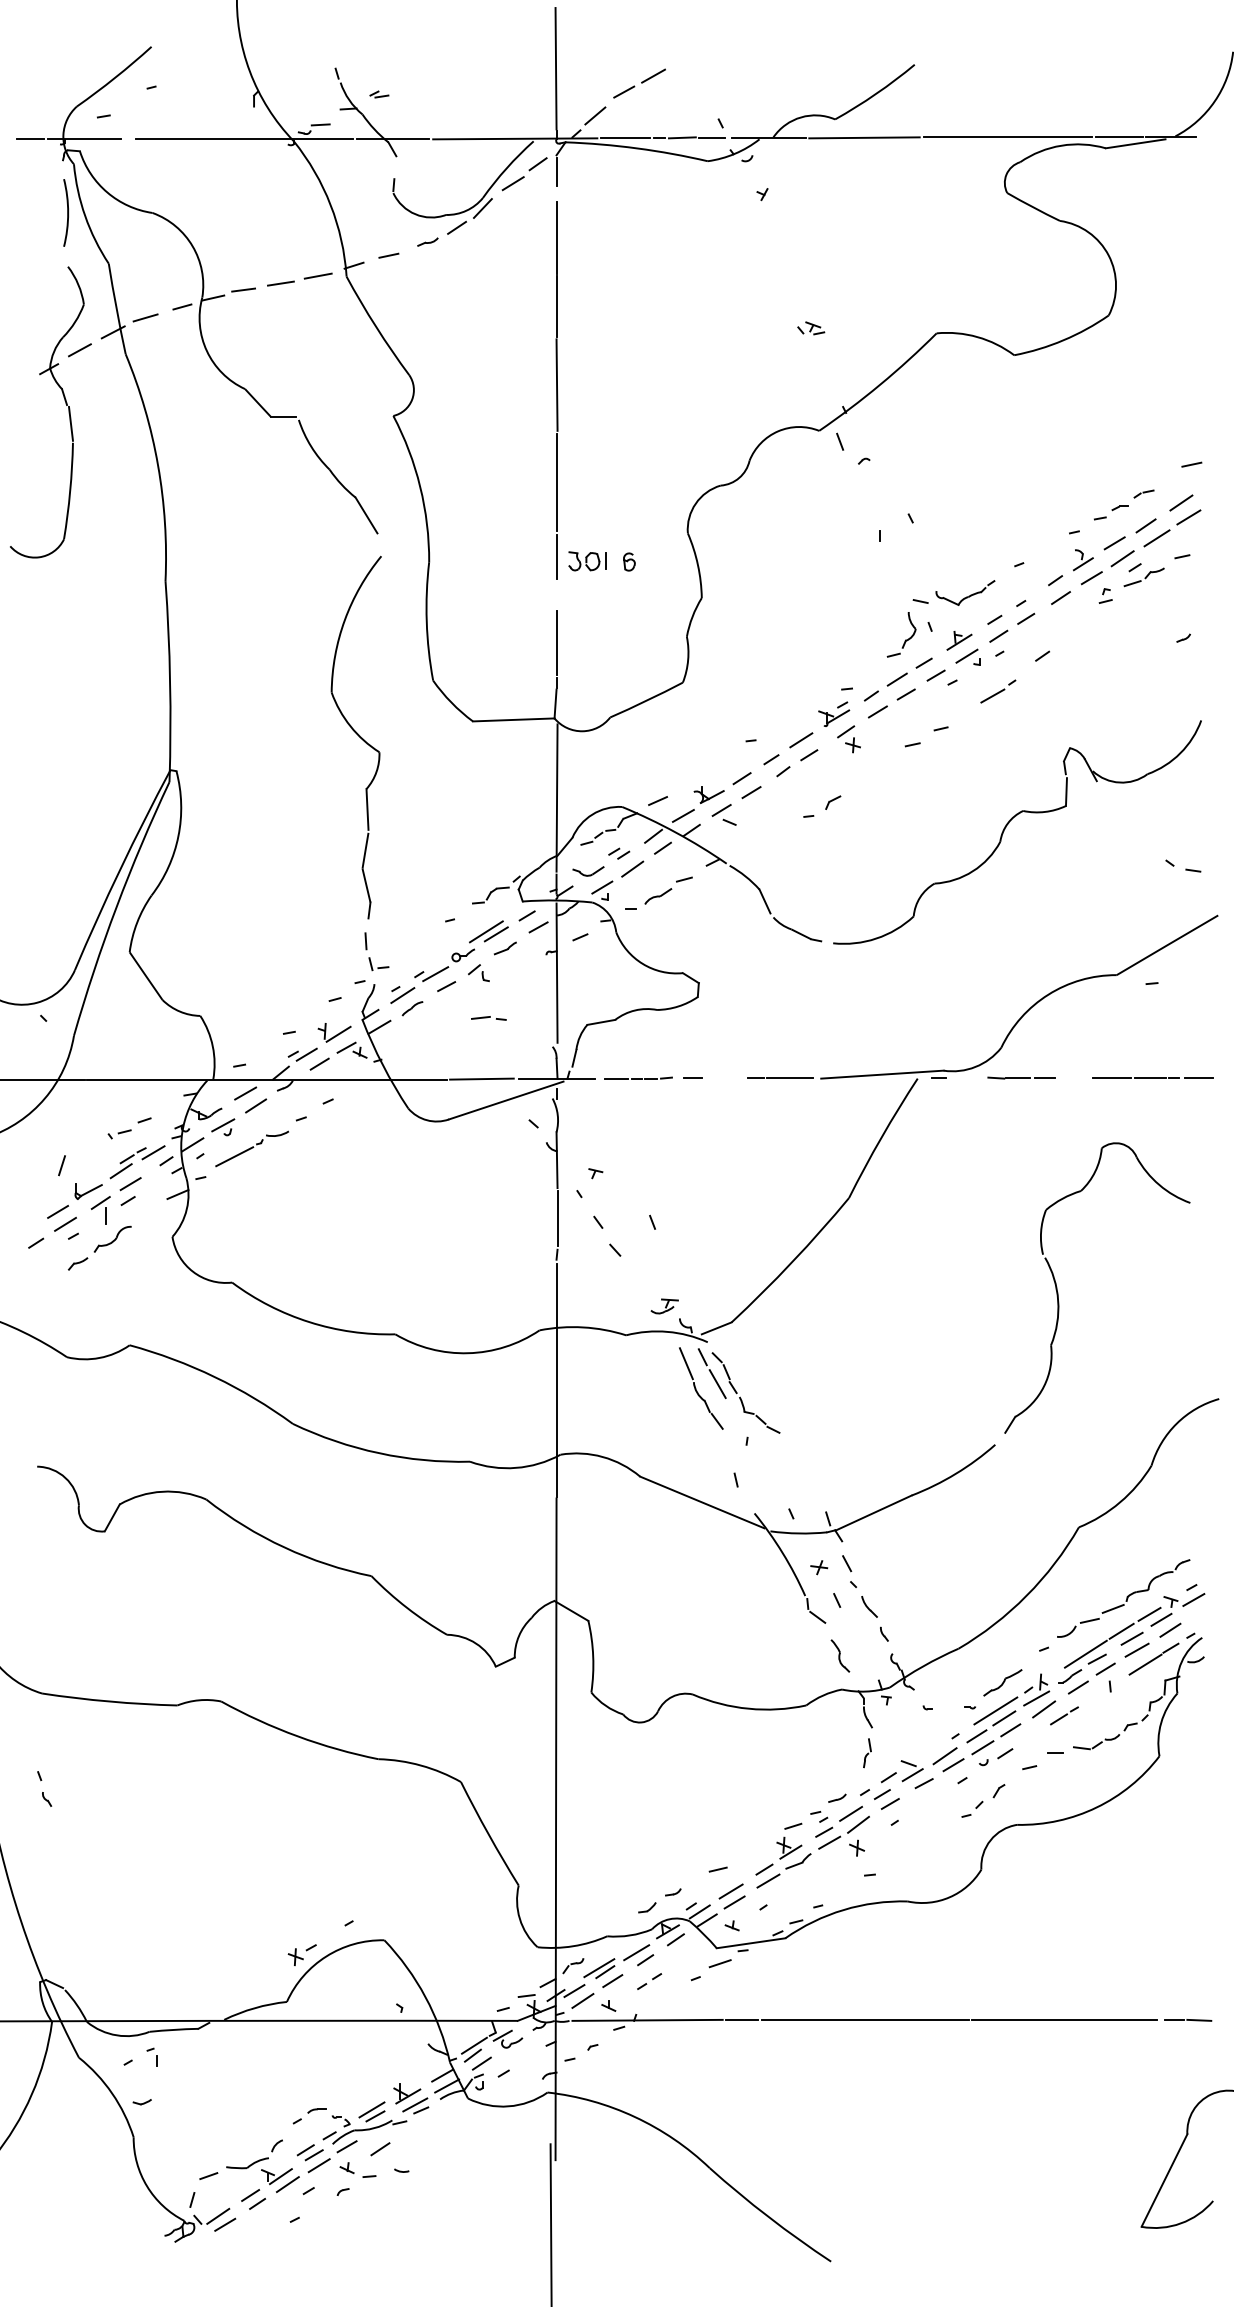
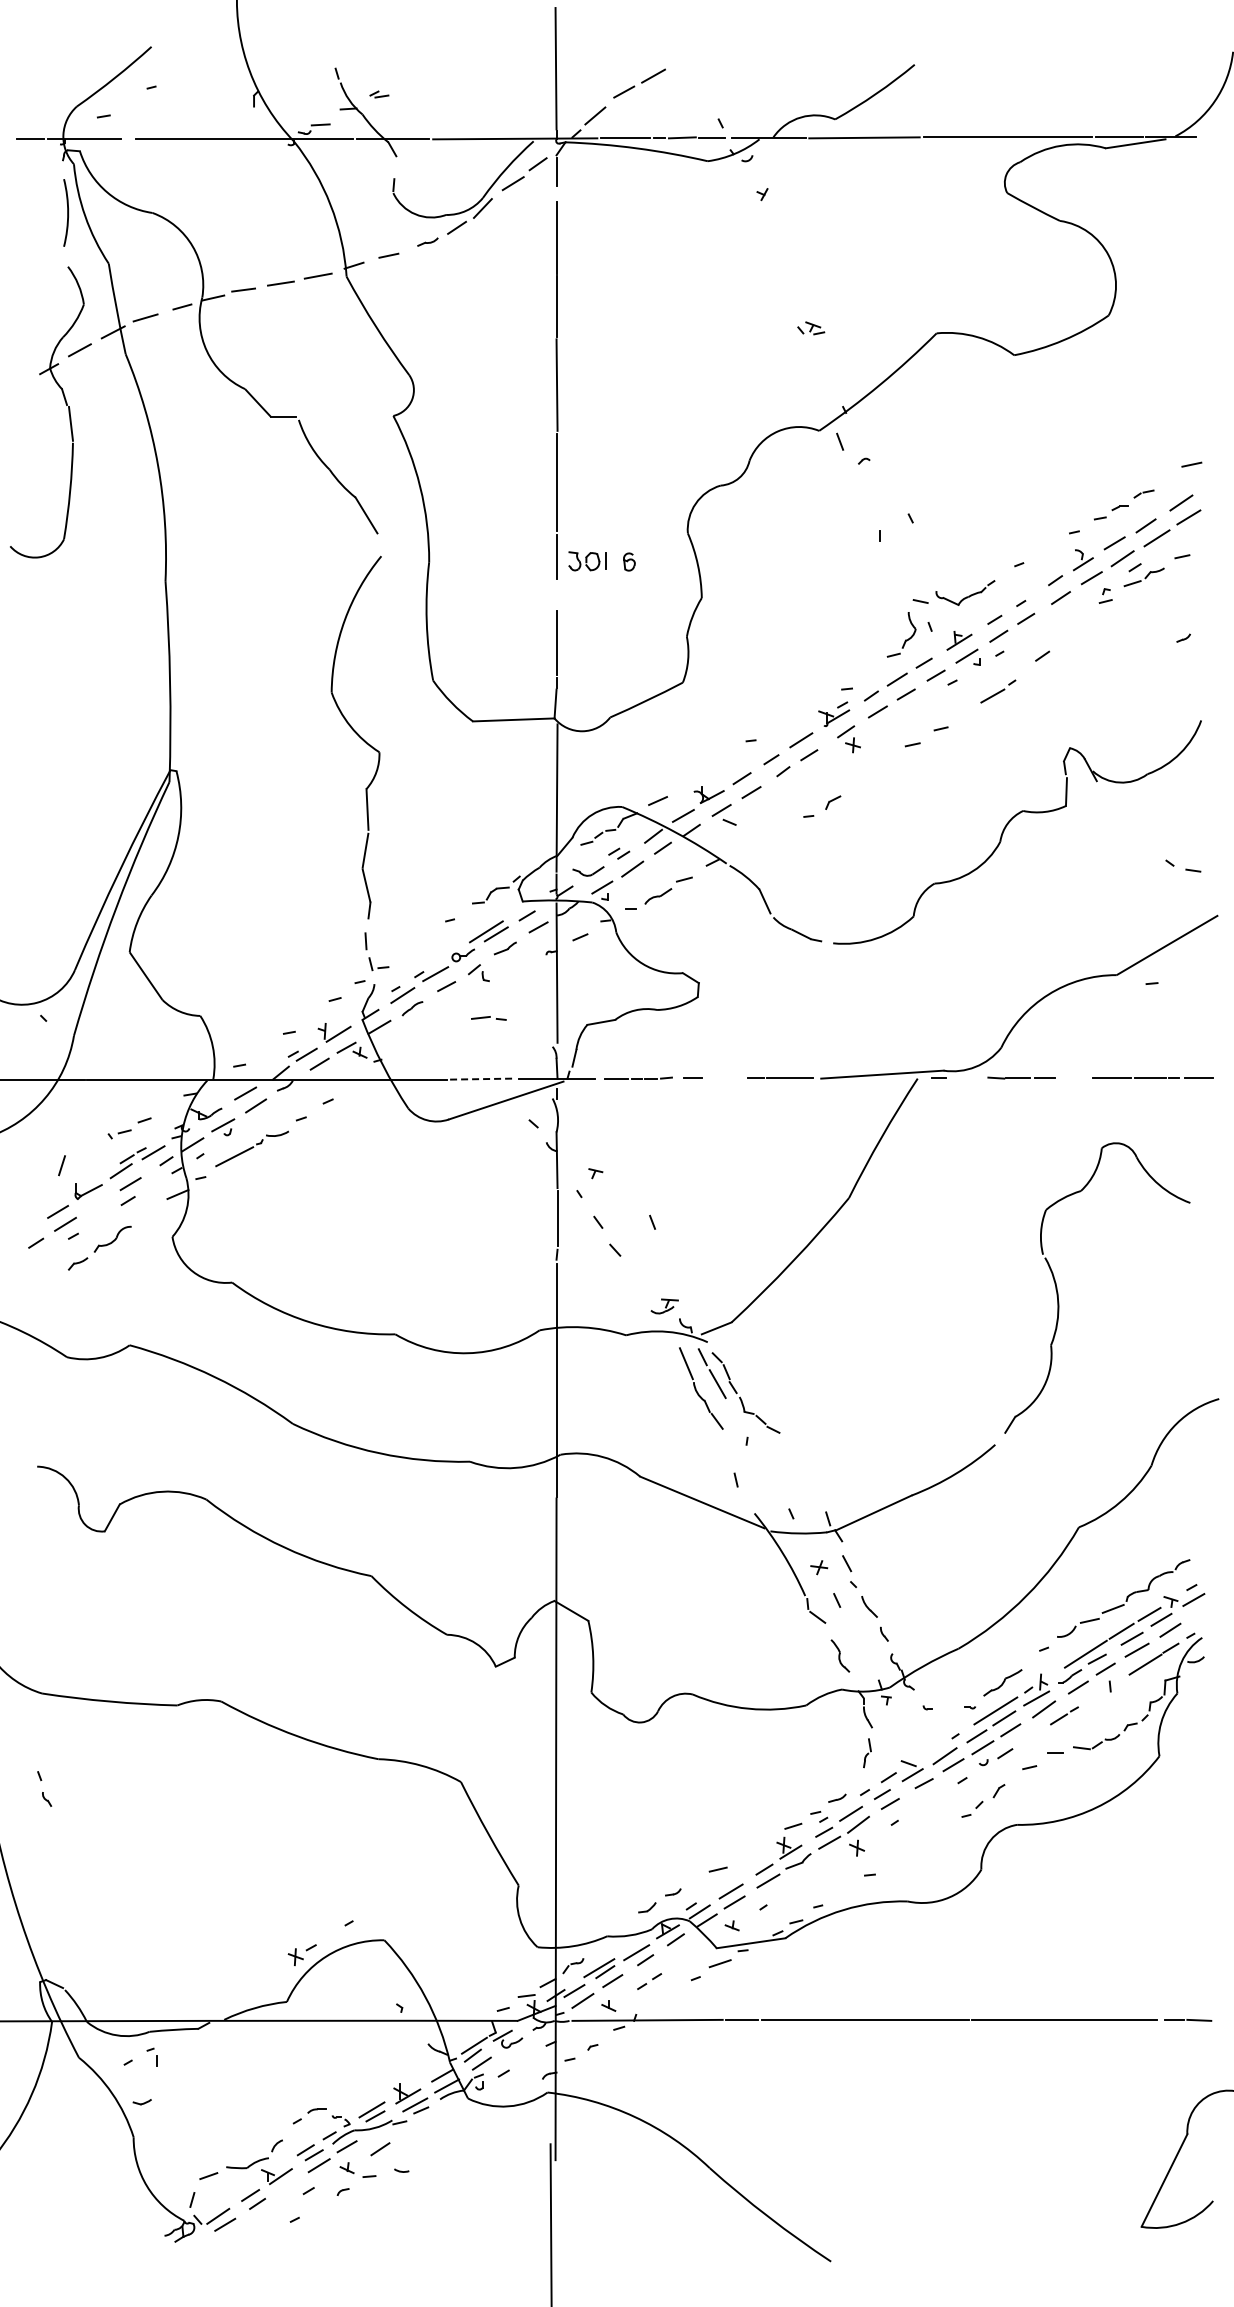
line at (481, 1079): solid -> dashed
part at (100, 1210): present -> none
line at (287, 2184): present -> none
